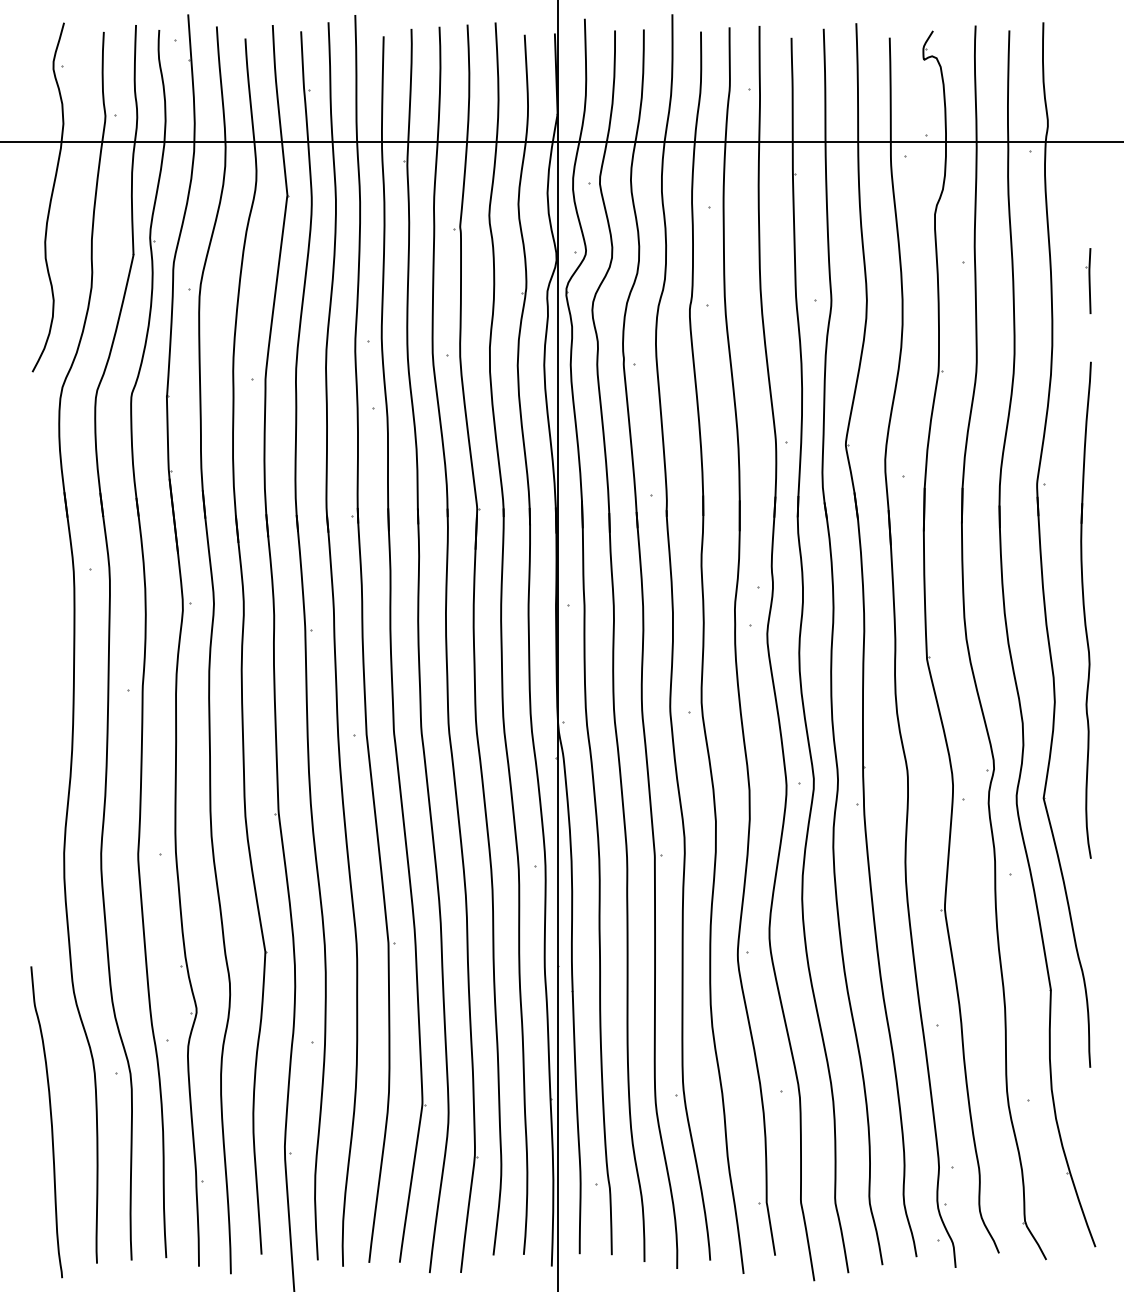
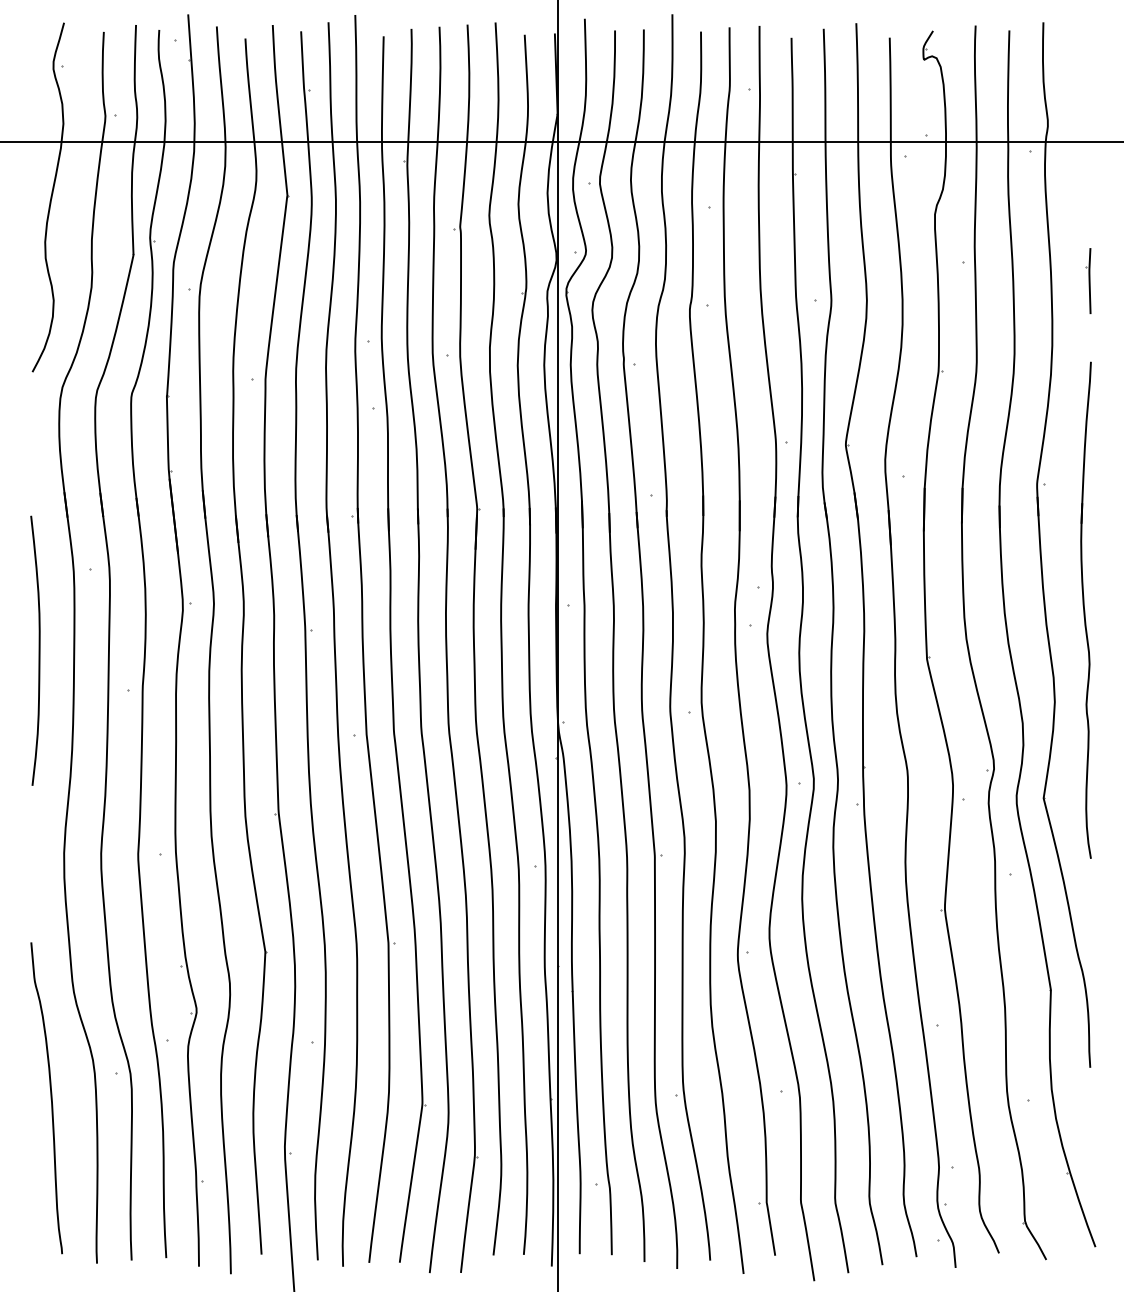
curve at (38, 650): none -> present
curve at (50, 1122) position: (50, 1122) -> (50, 1098)
